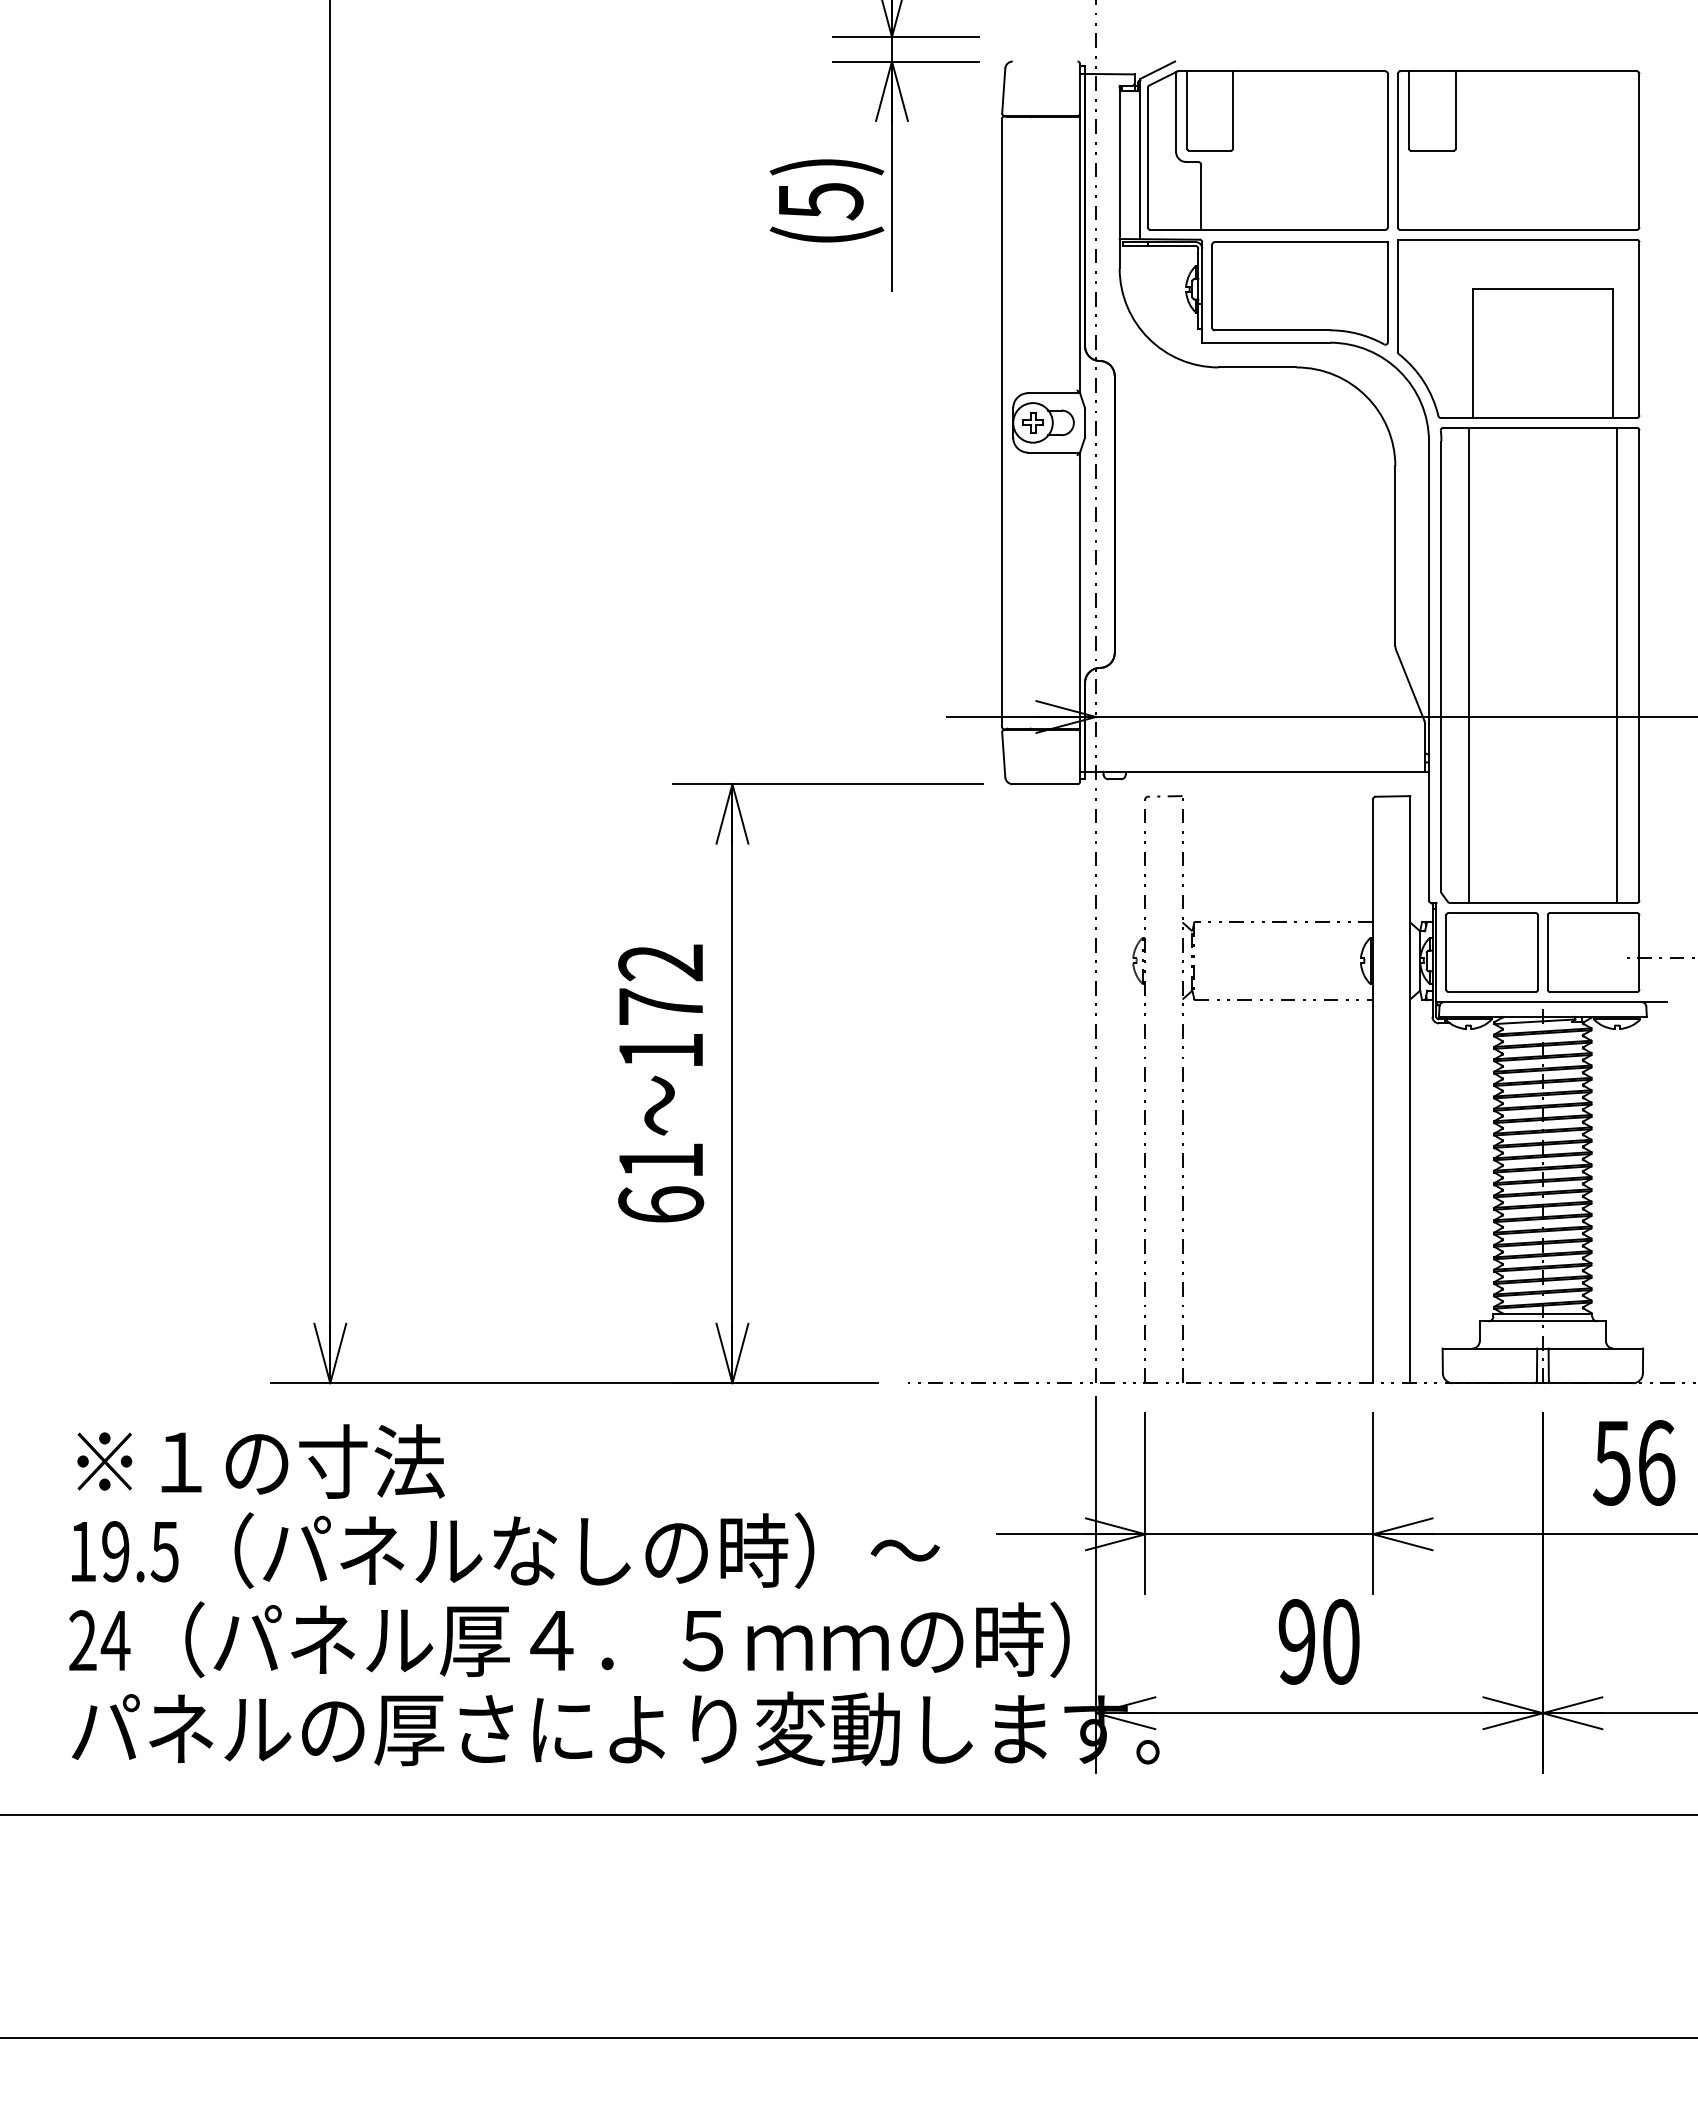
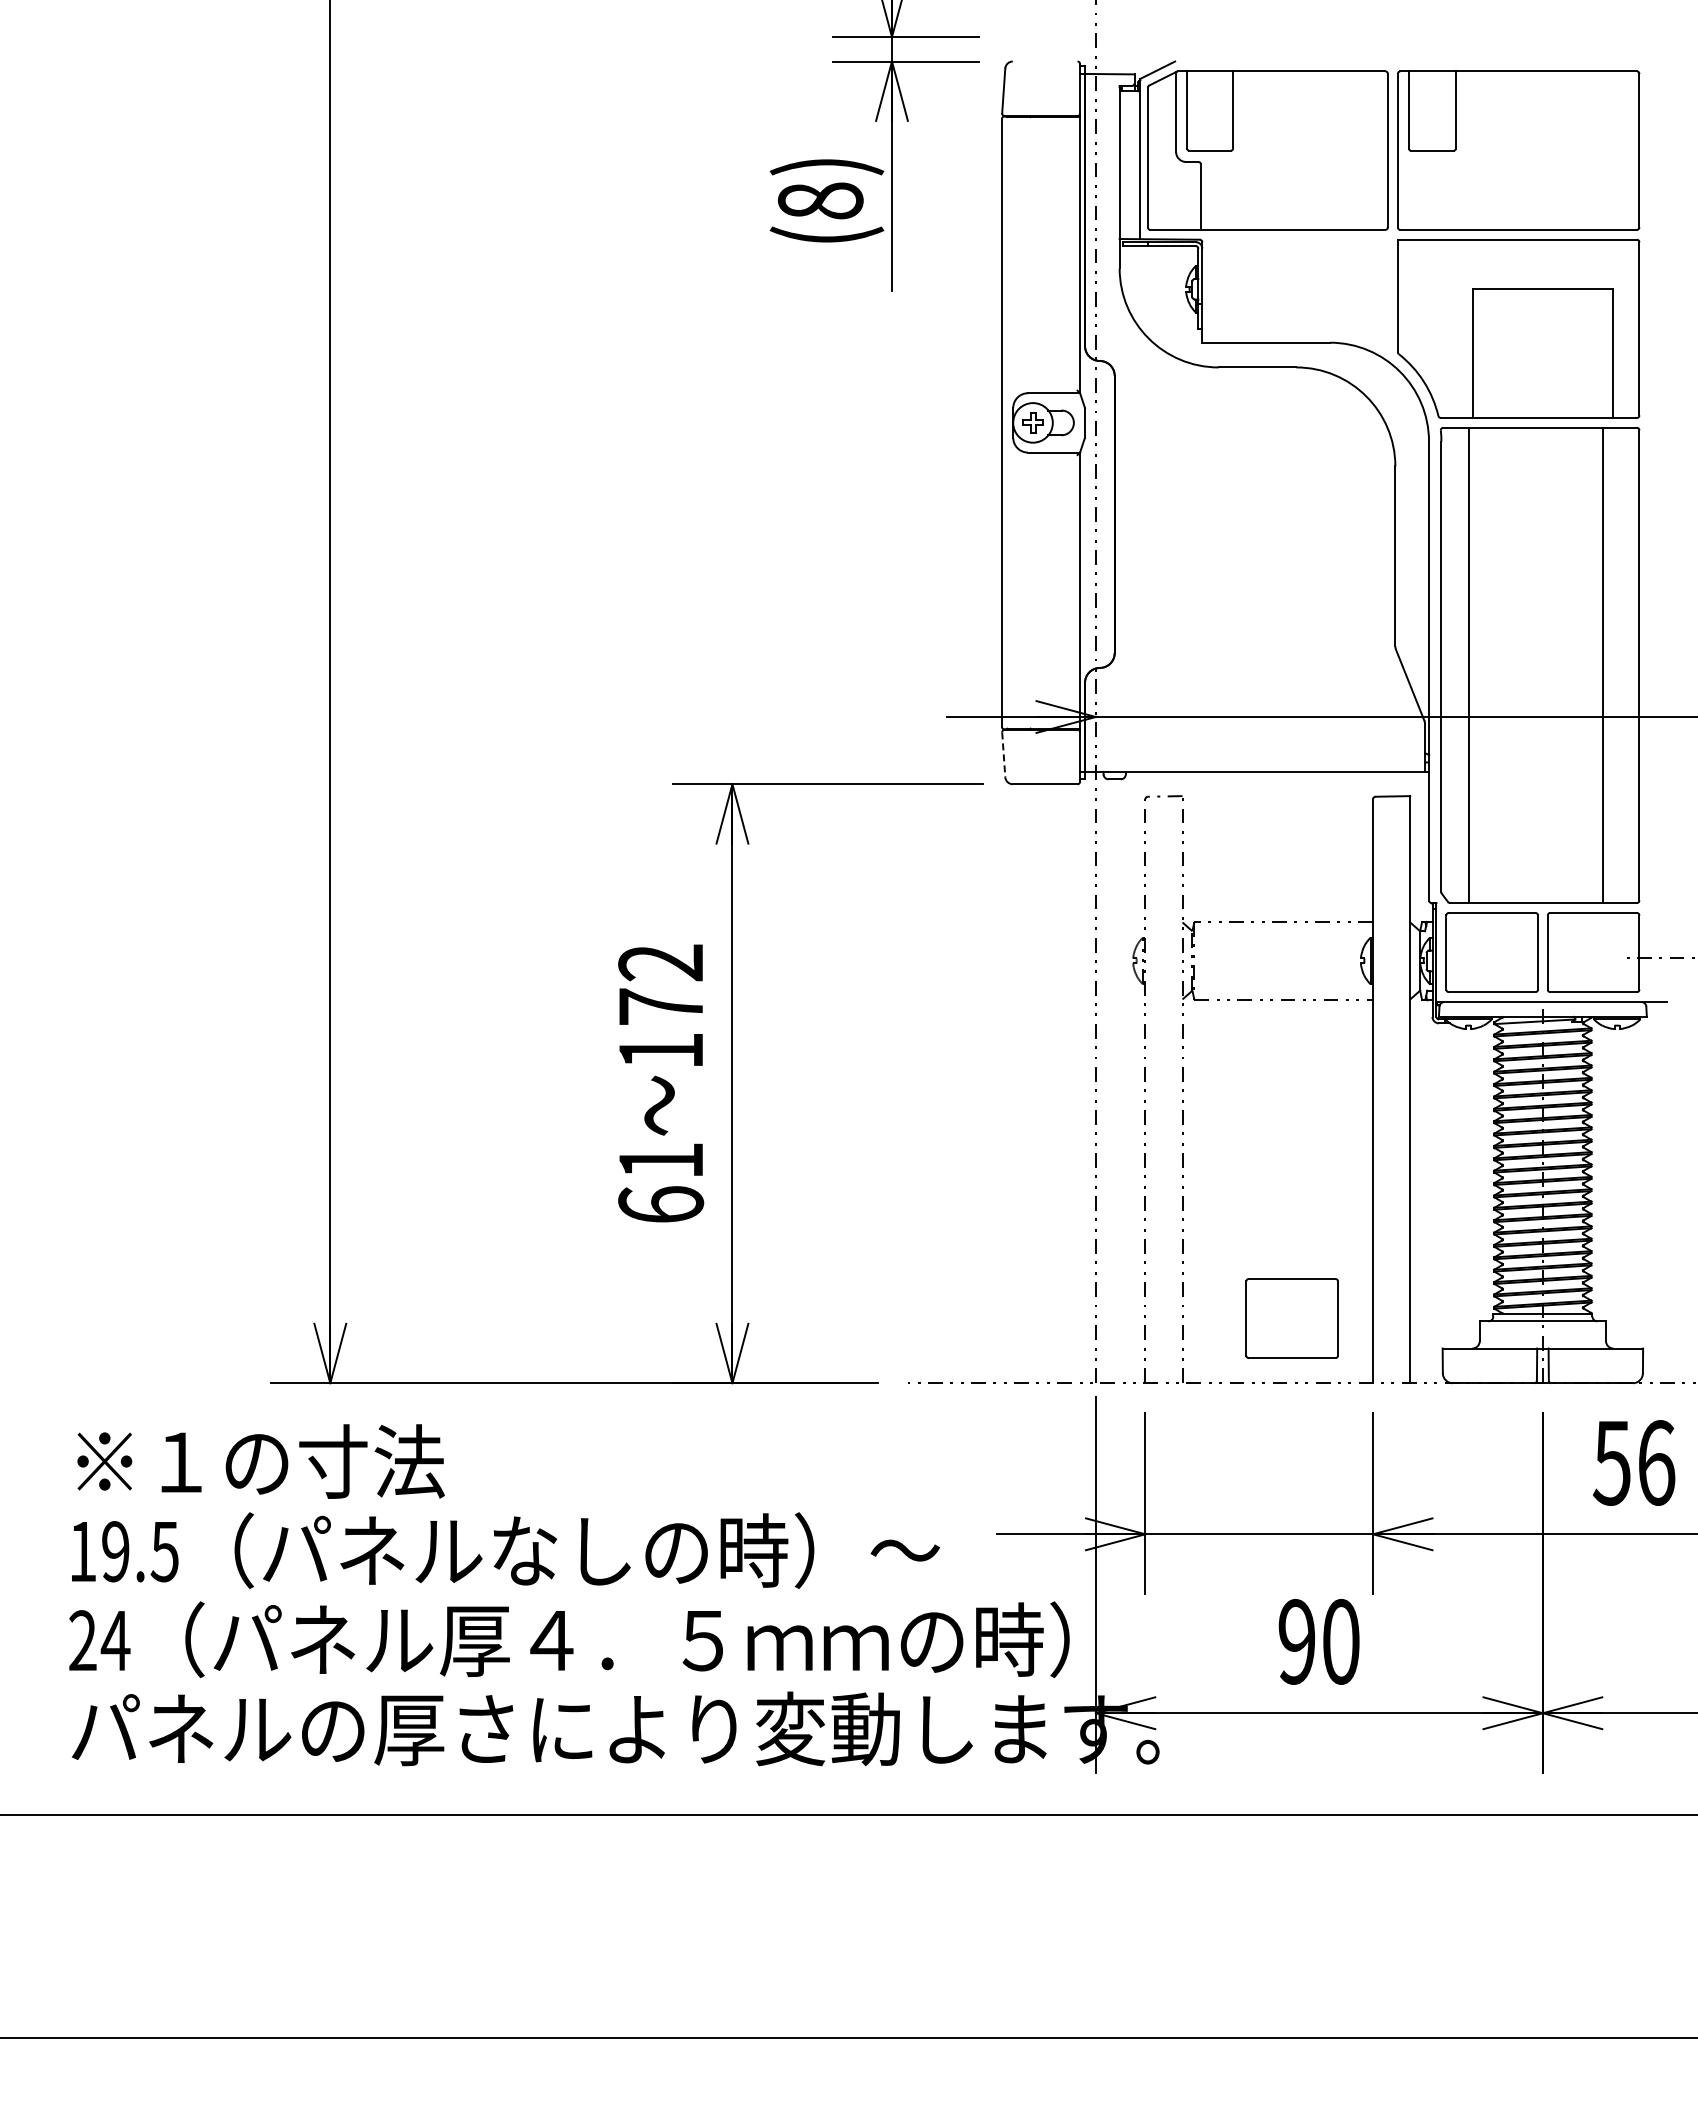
text at (820, 201): (5) -> (8)
part at (1299, 293): present -> none
line at (1616, 665) position: (1616, 665) -> (1602, 665)
line at (1003, 754): solid -> dashed
part at (1291, 1318): none -> present
